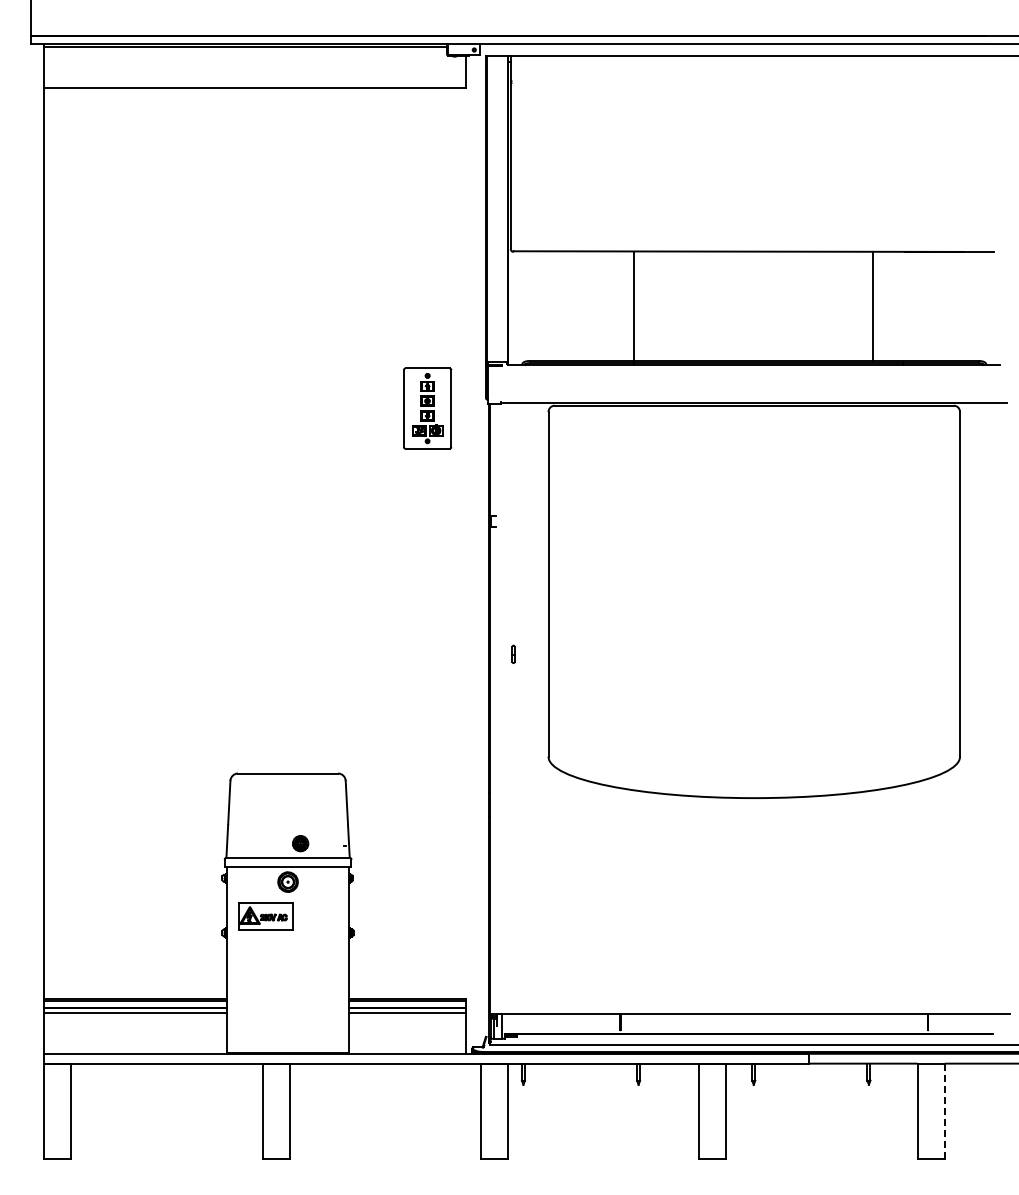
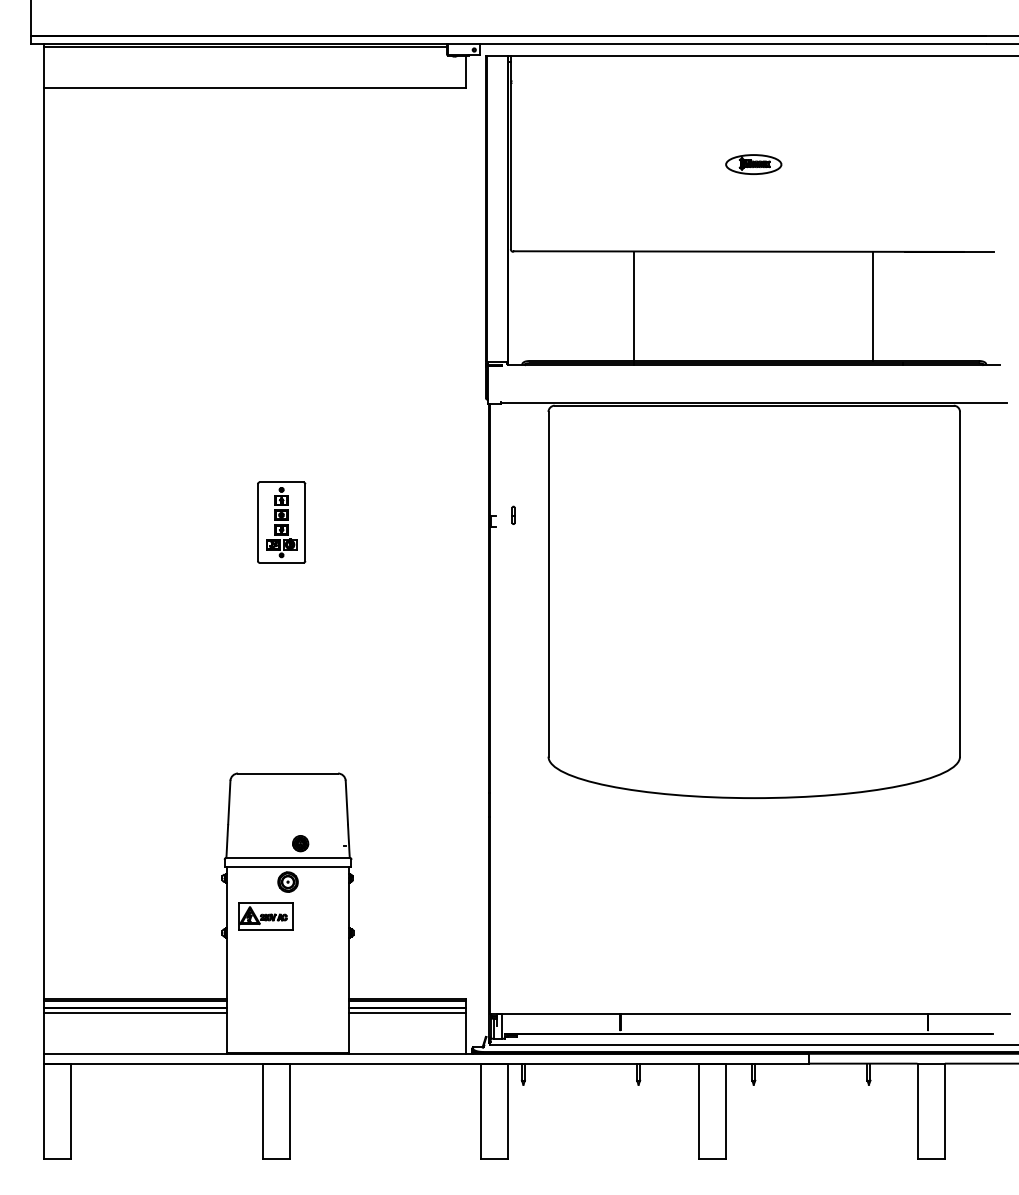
part at (753, 164): none -> present
part at (427, 408) position: (427, 408) -> (281, 522)
part at (513, 653) position: (513, 653) -> (513, 514)
line at (944, 1111): dashed -> solid
